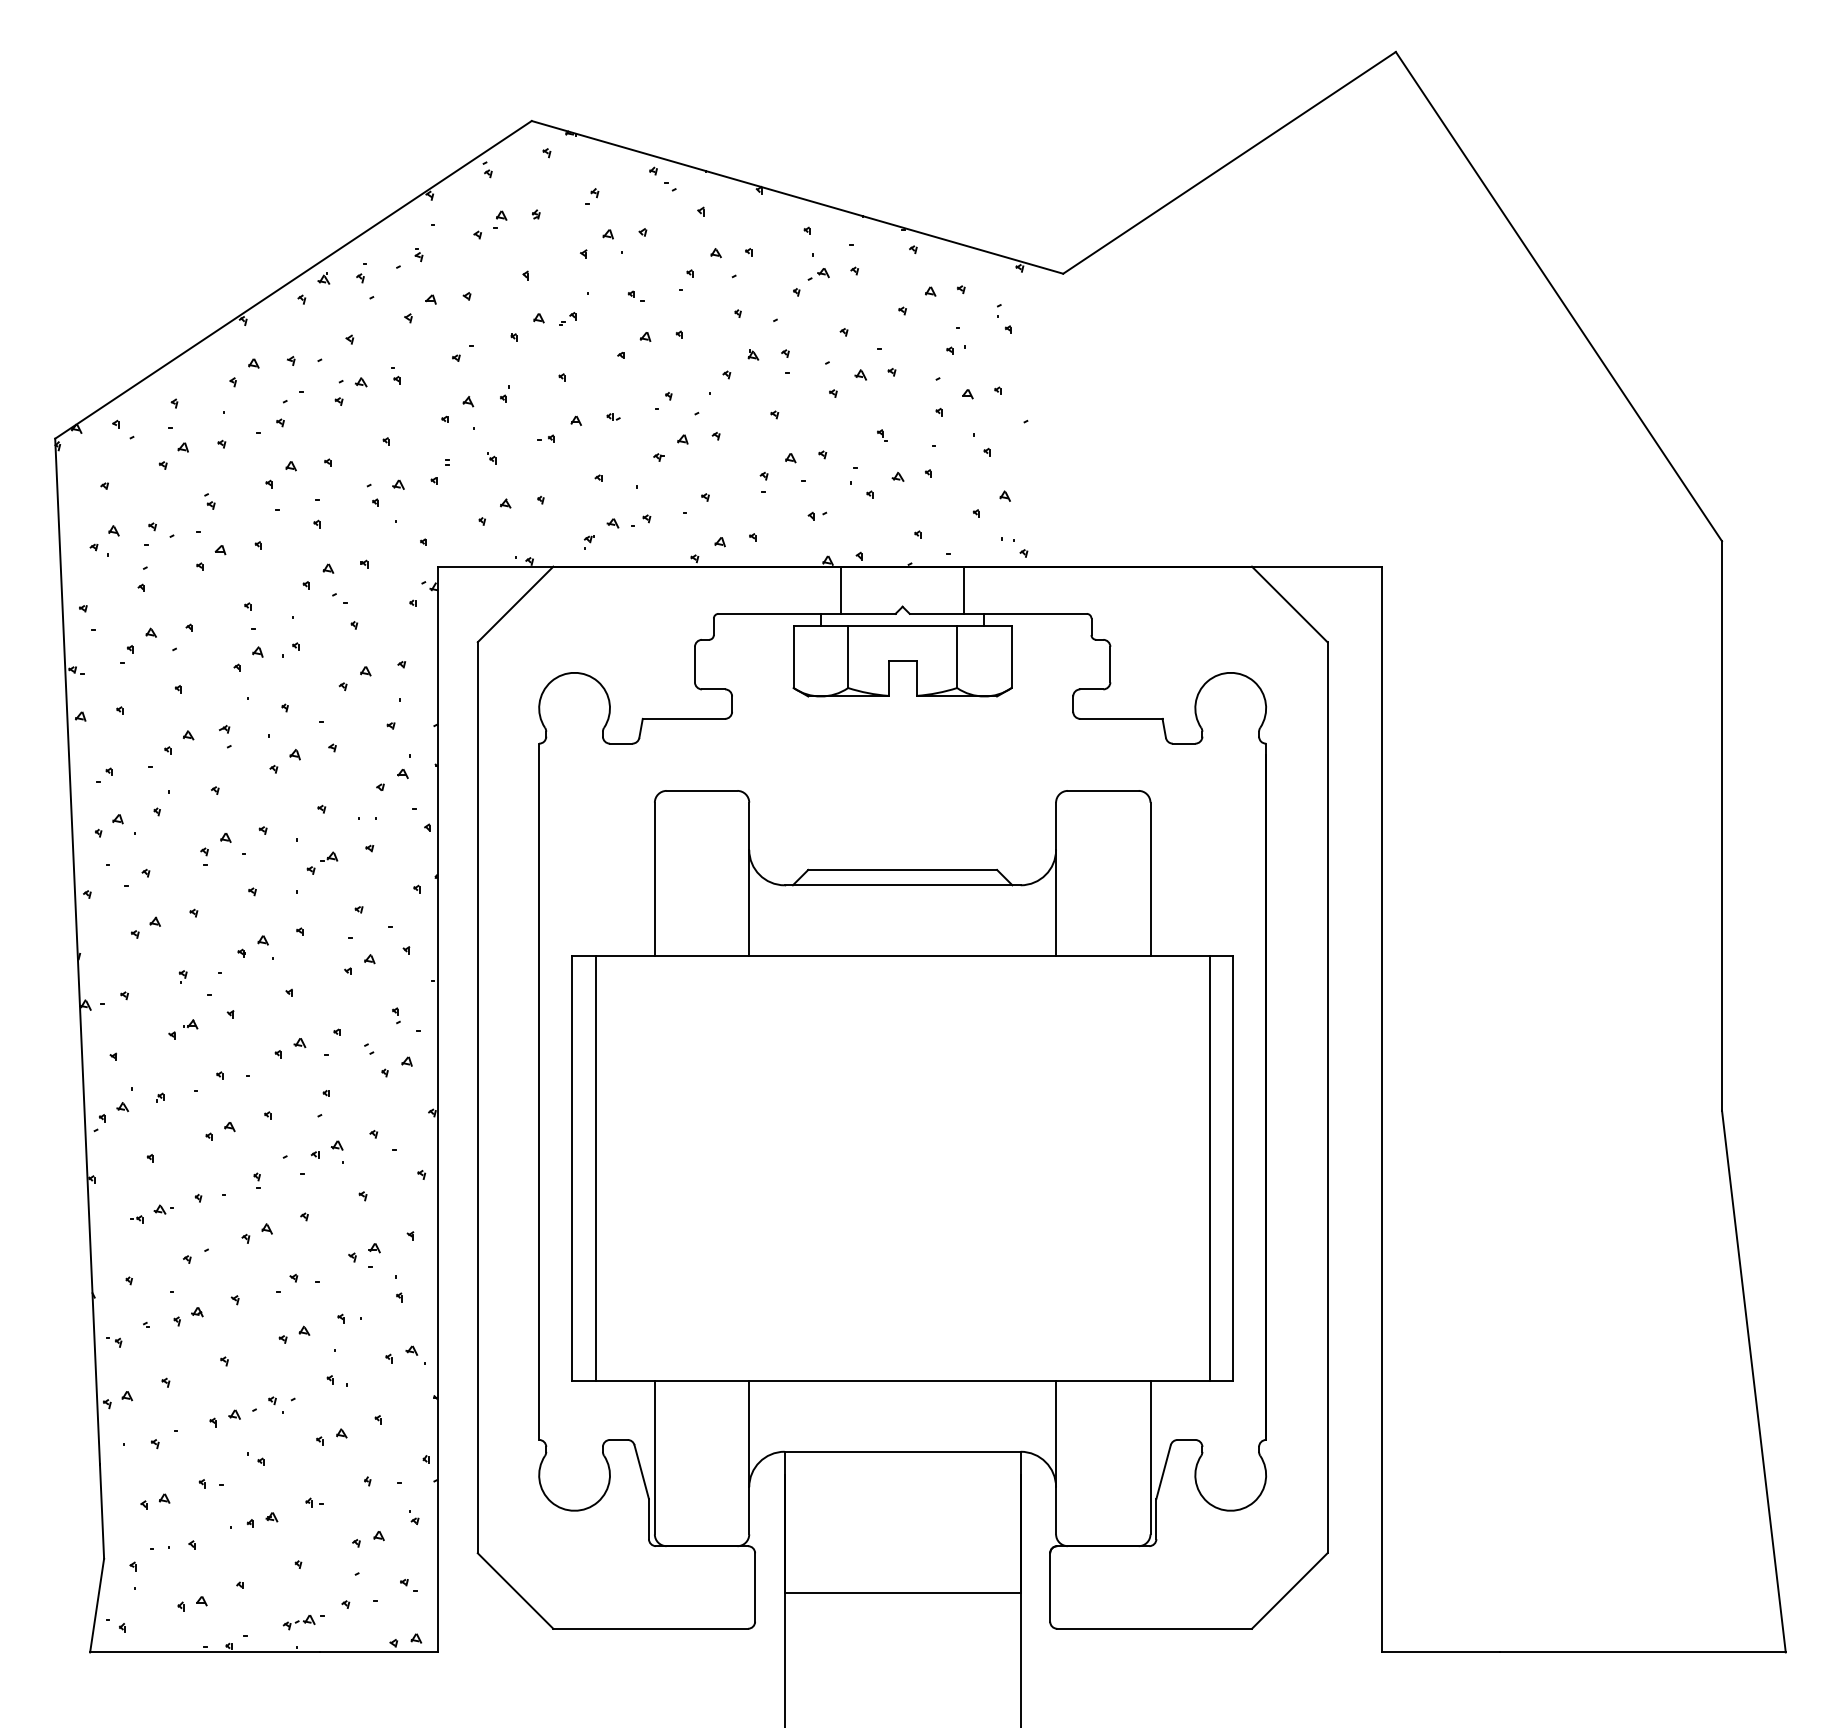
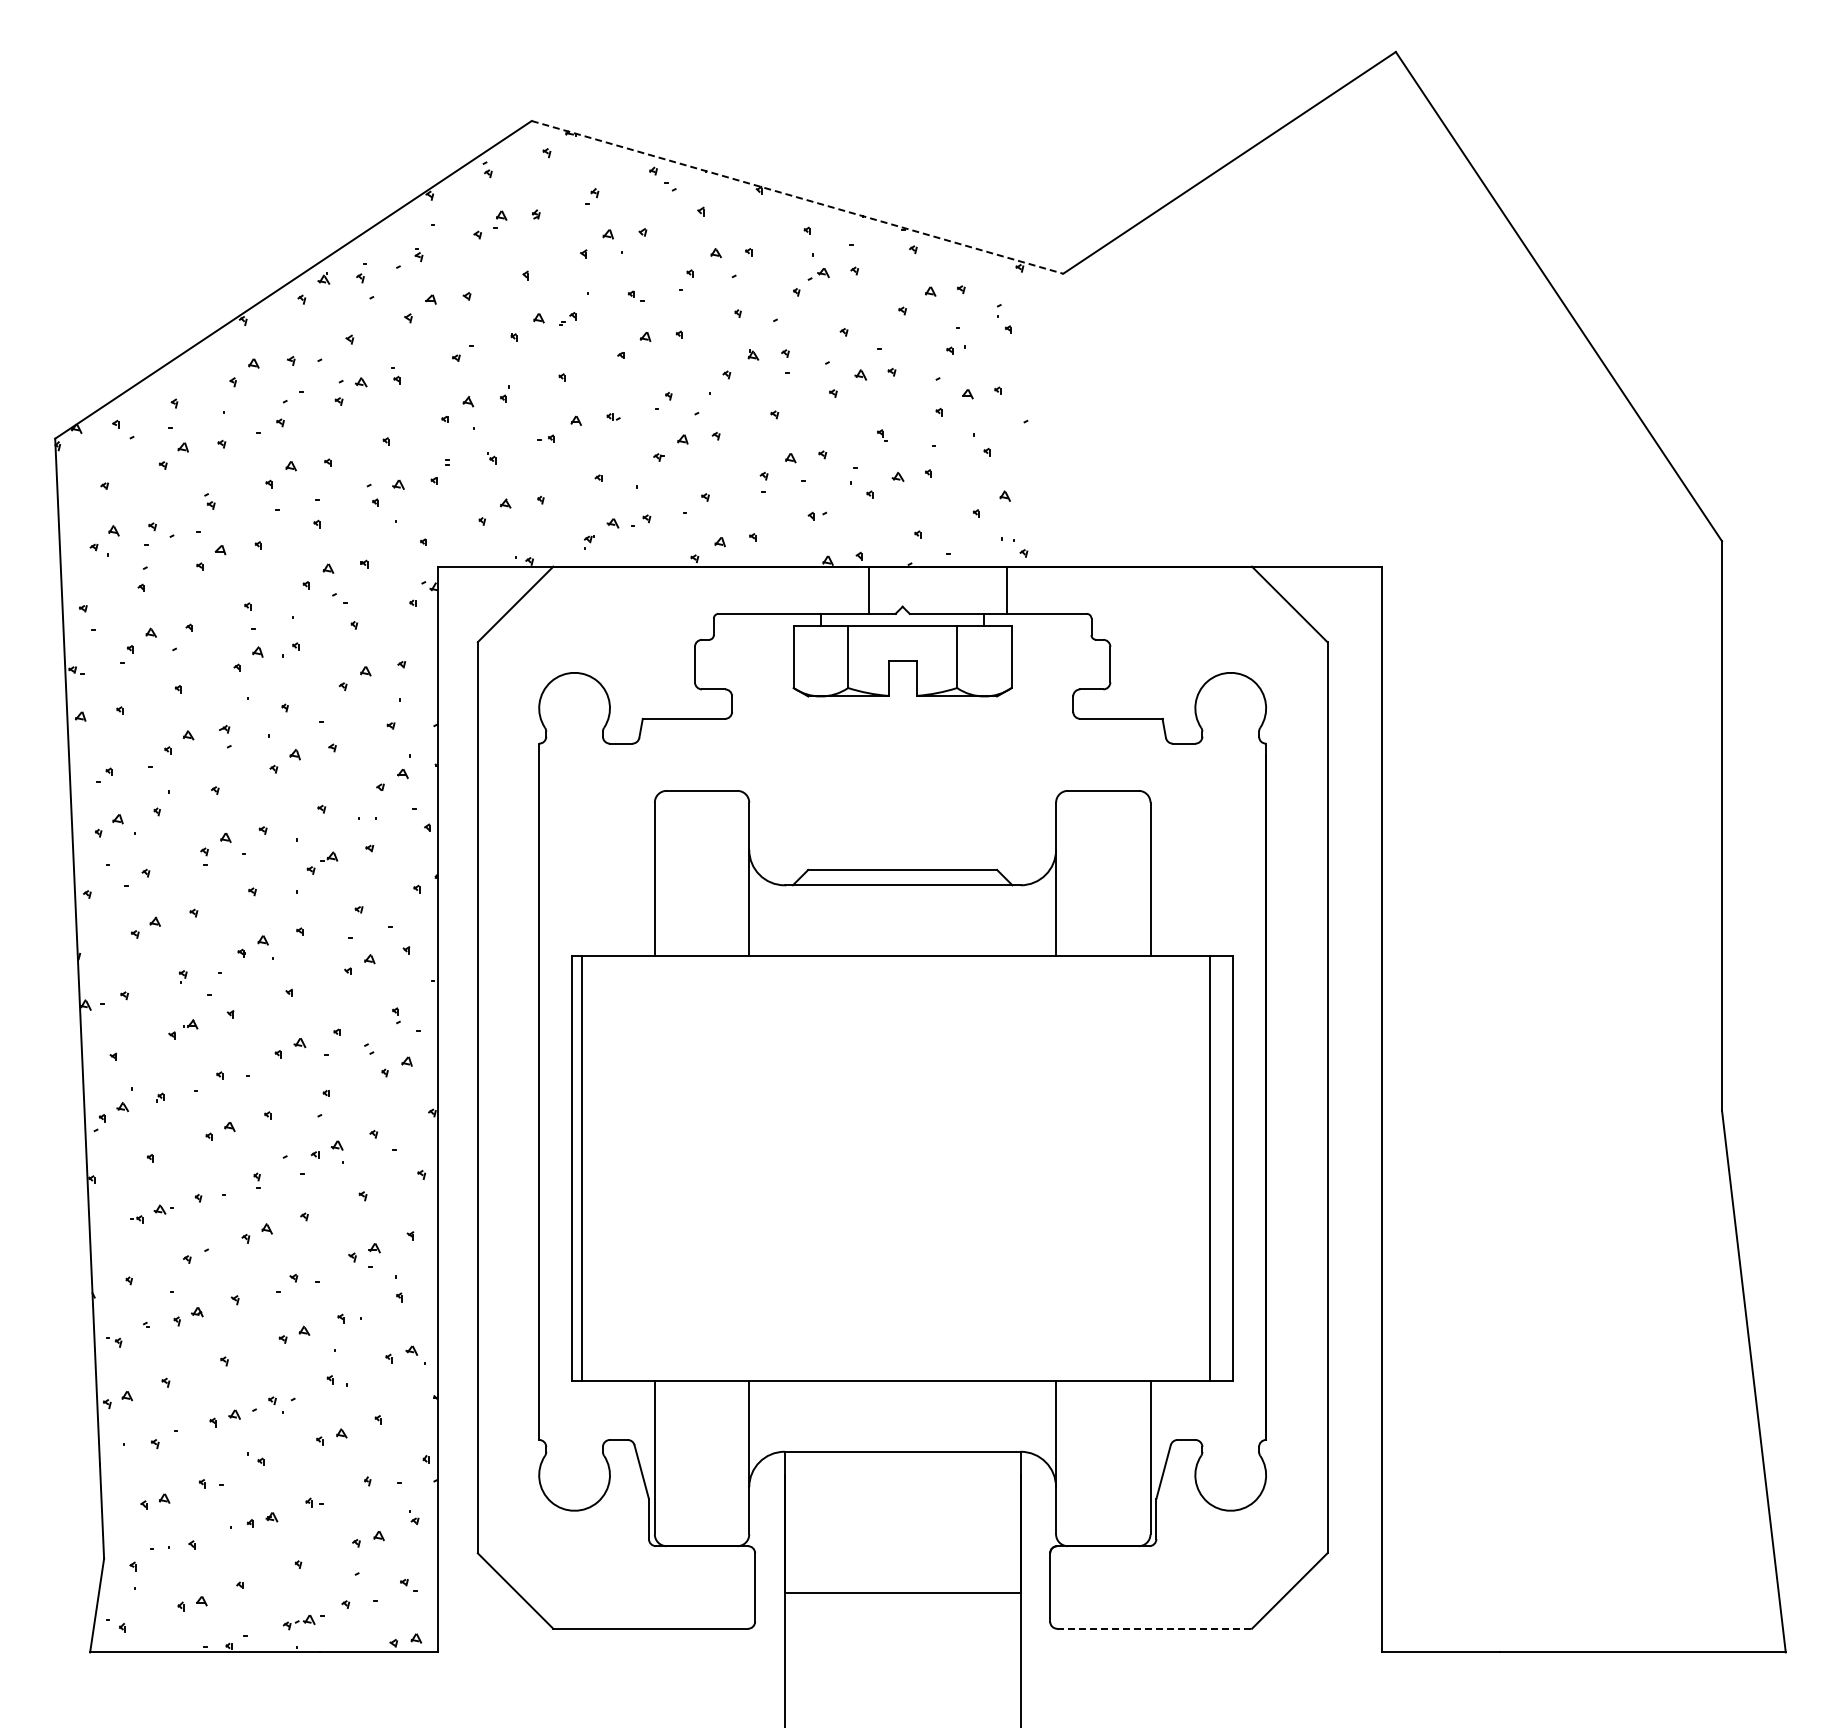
line at (797, 197): solid -> dashed
line at (841, 589) position: (841, 589) -> (869, 589)
line at (964, 589) position: (964, 589) -> (1007, 589)
line at (595, 1168) position: (595, 1168) -> (581, 1168)
line at (1155, 1628): solid -> dashed
